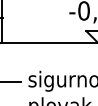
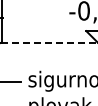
line at (49, 43): solid -> dashed
